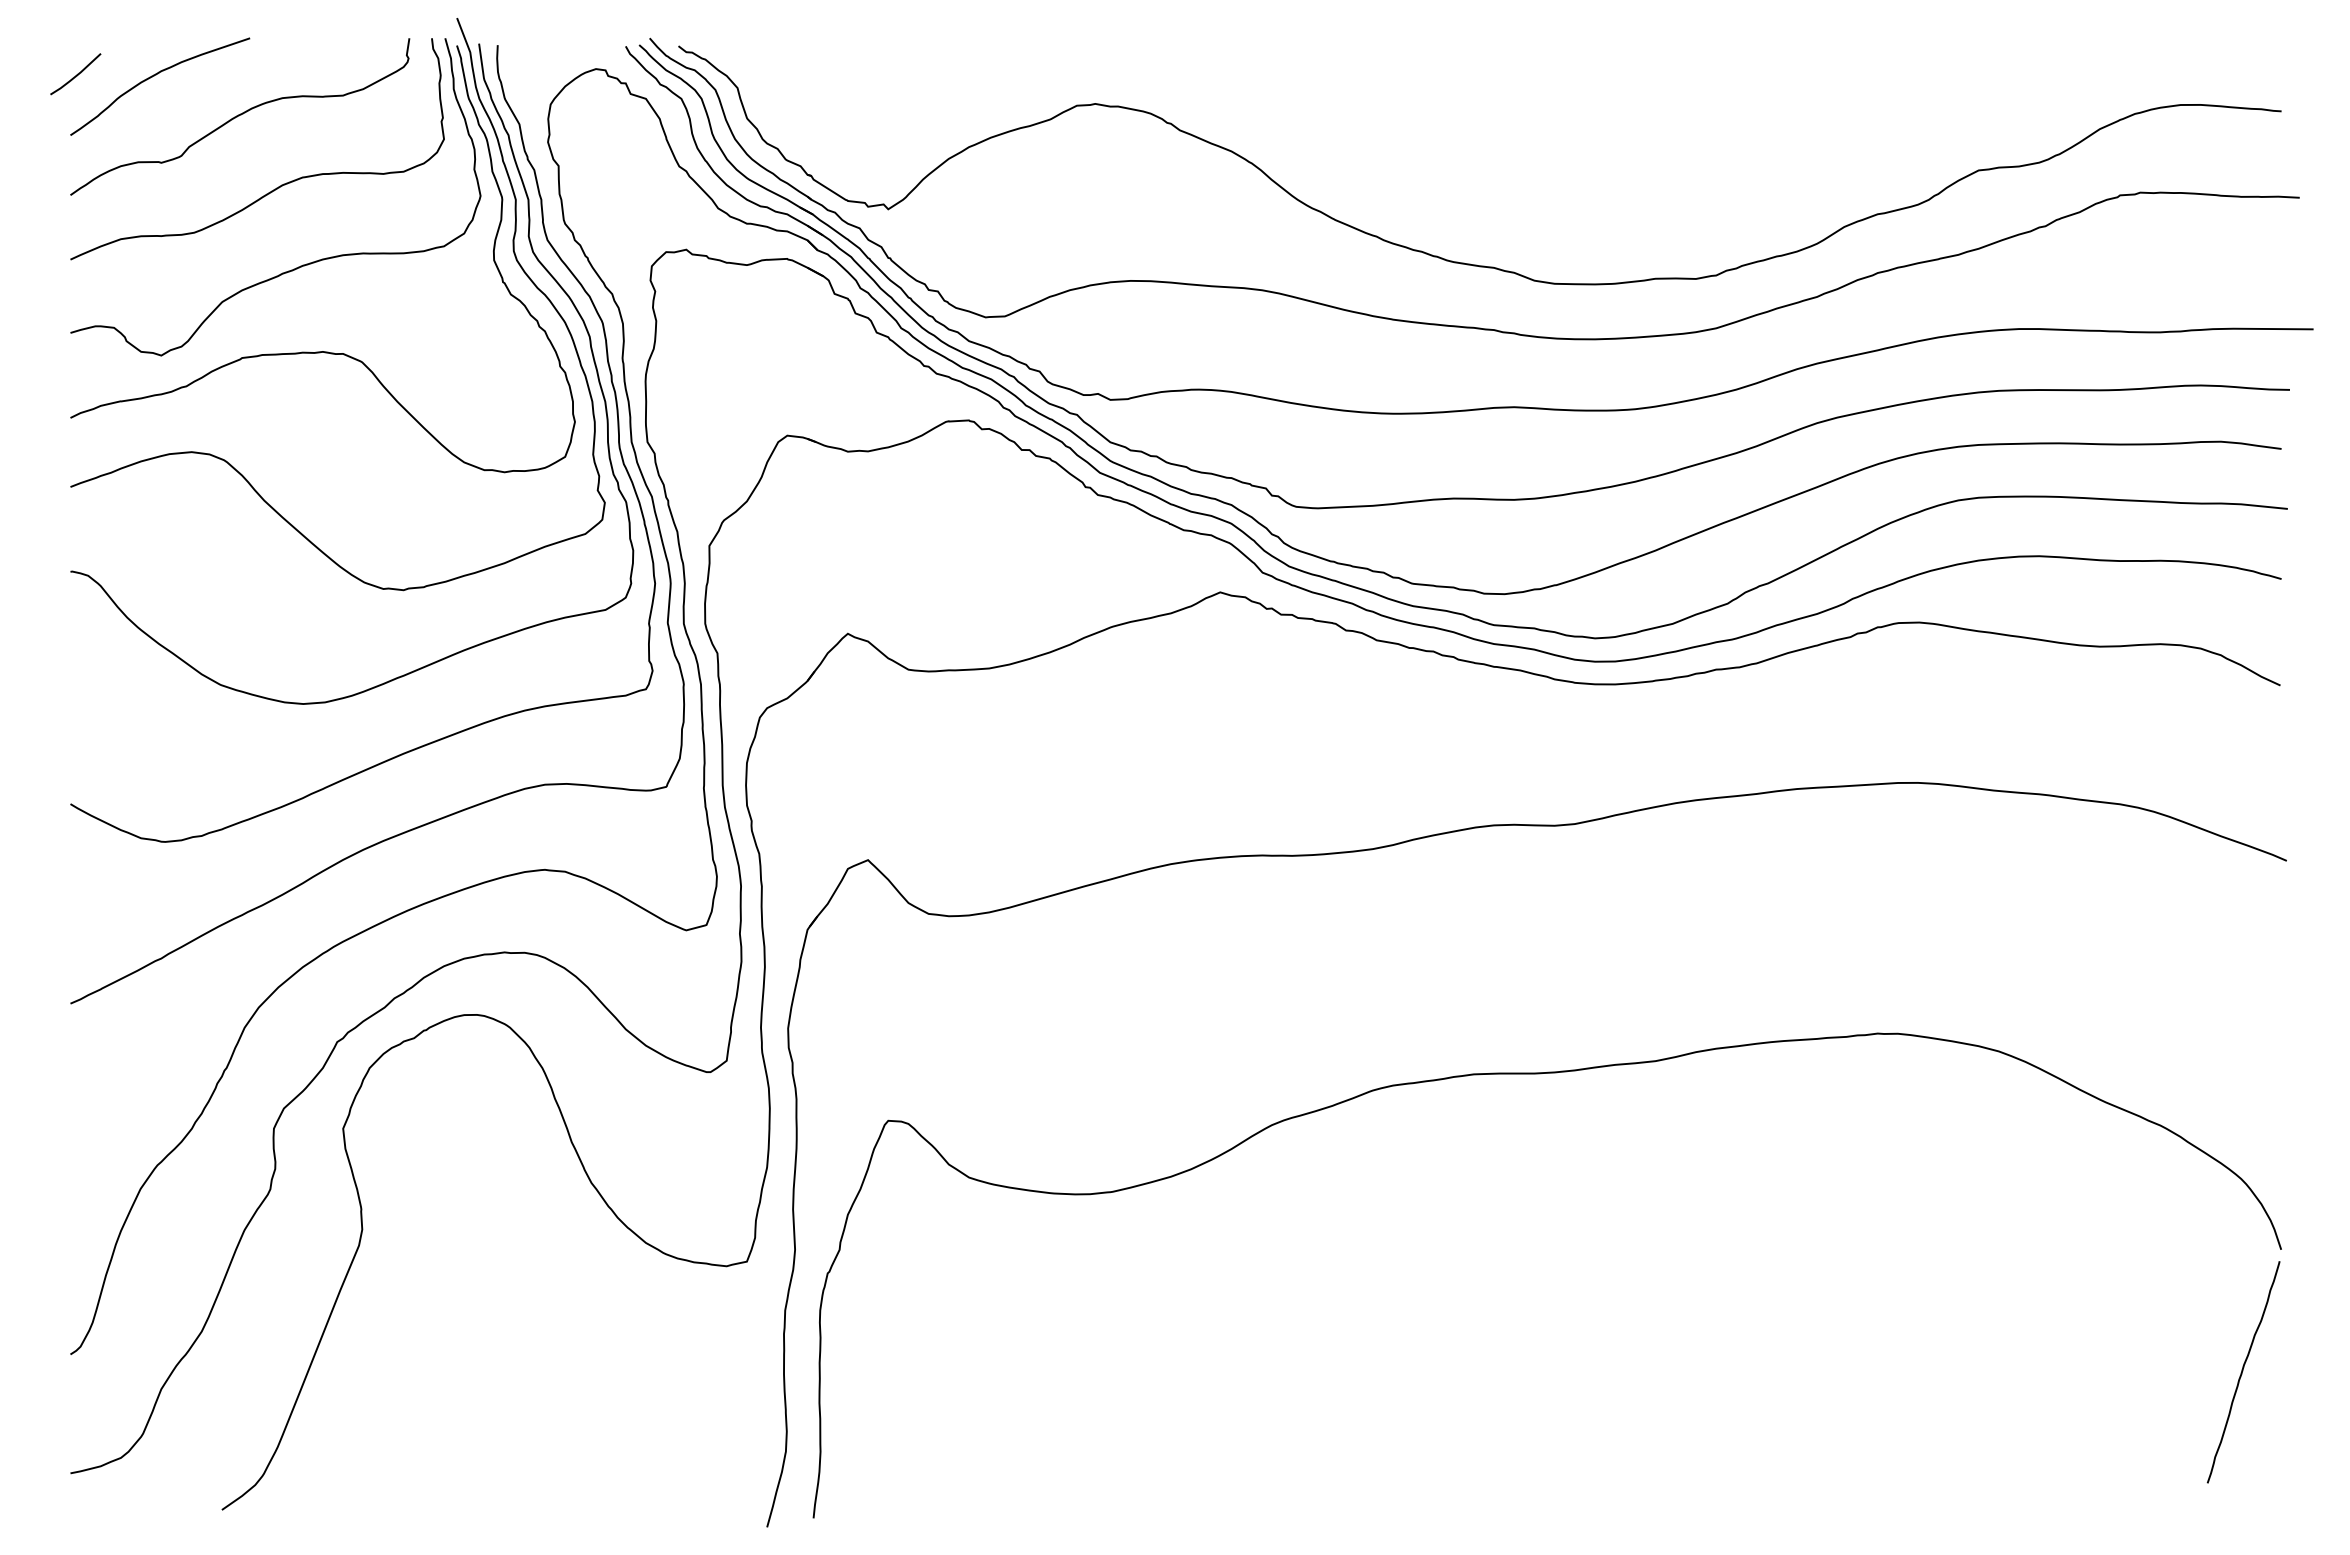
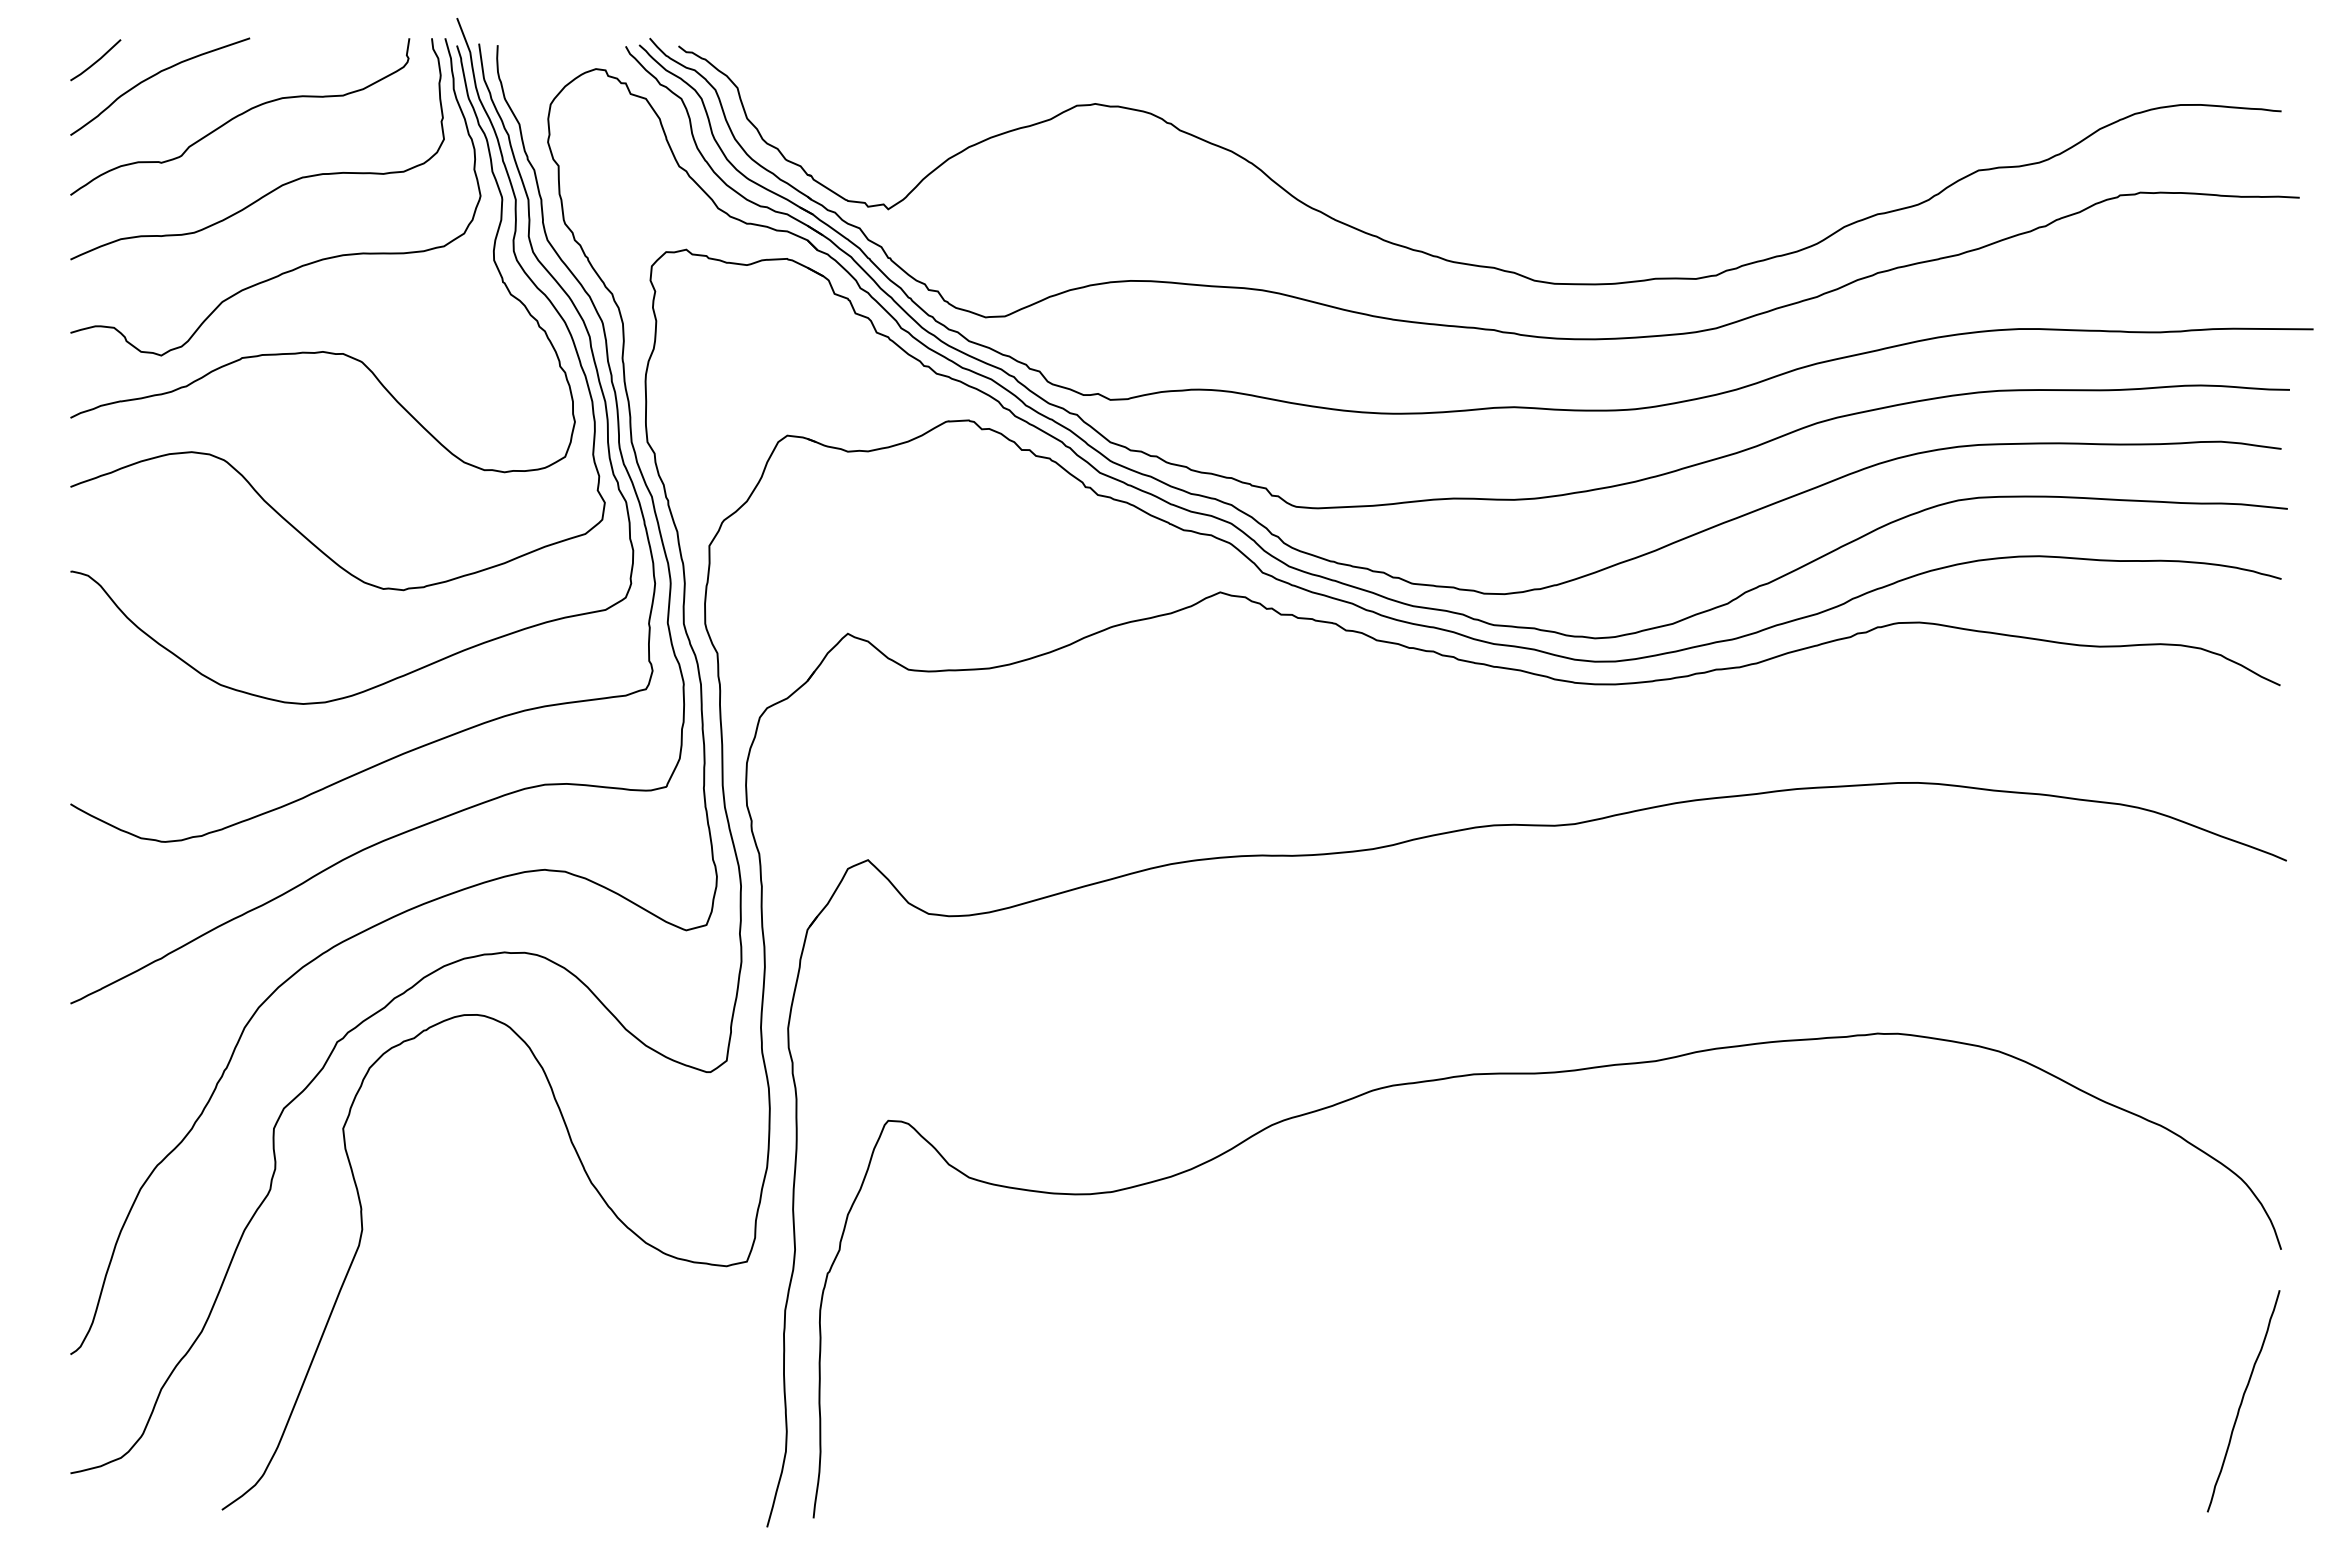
line at (76, 74) position: (76, 74) -> (96, 60)
curve at (2243, 1371) position: (2243, 1371) -> (2243, 1400)
